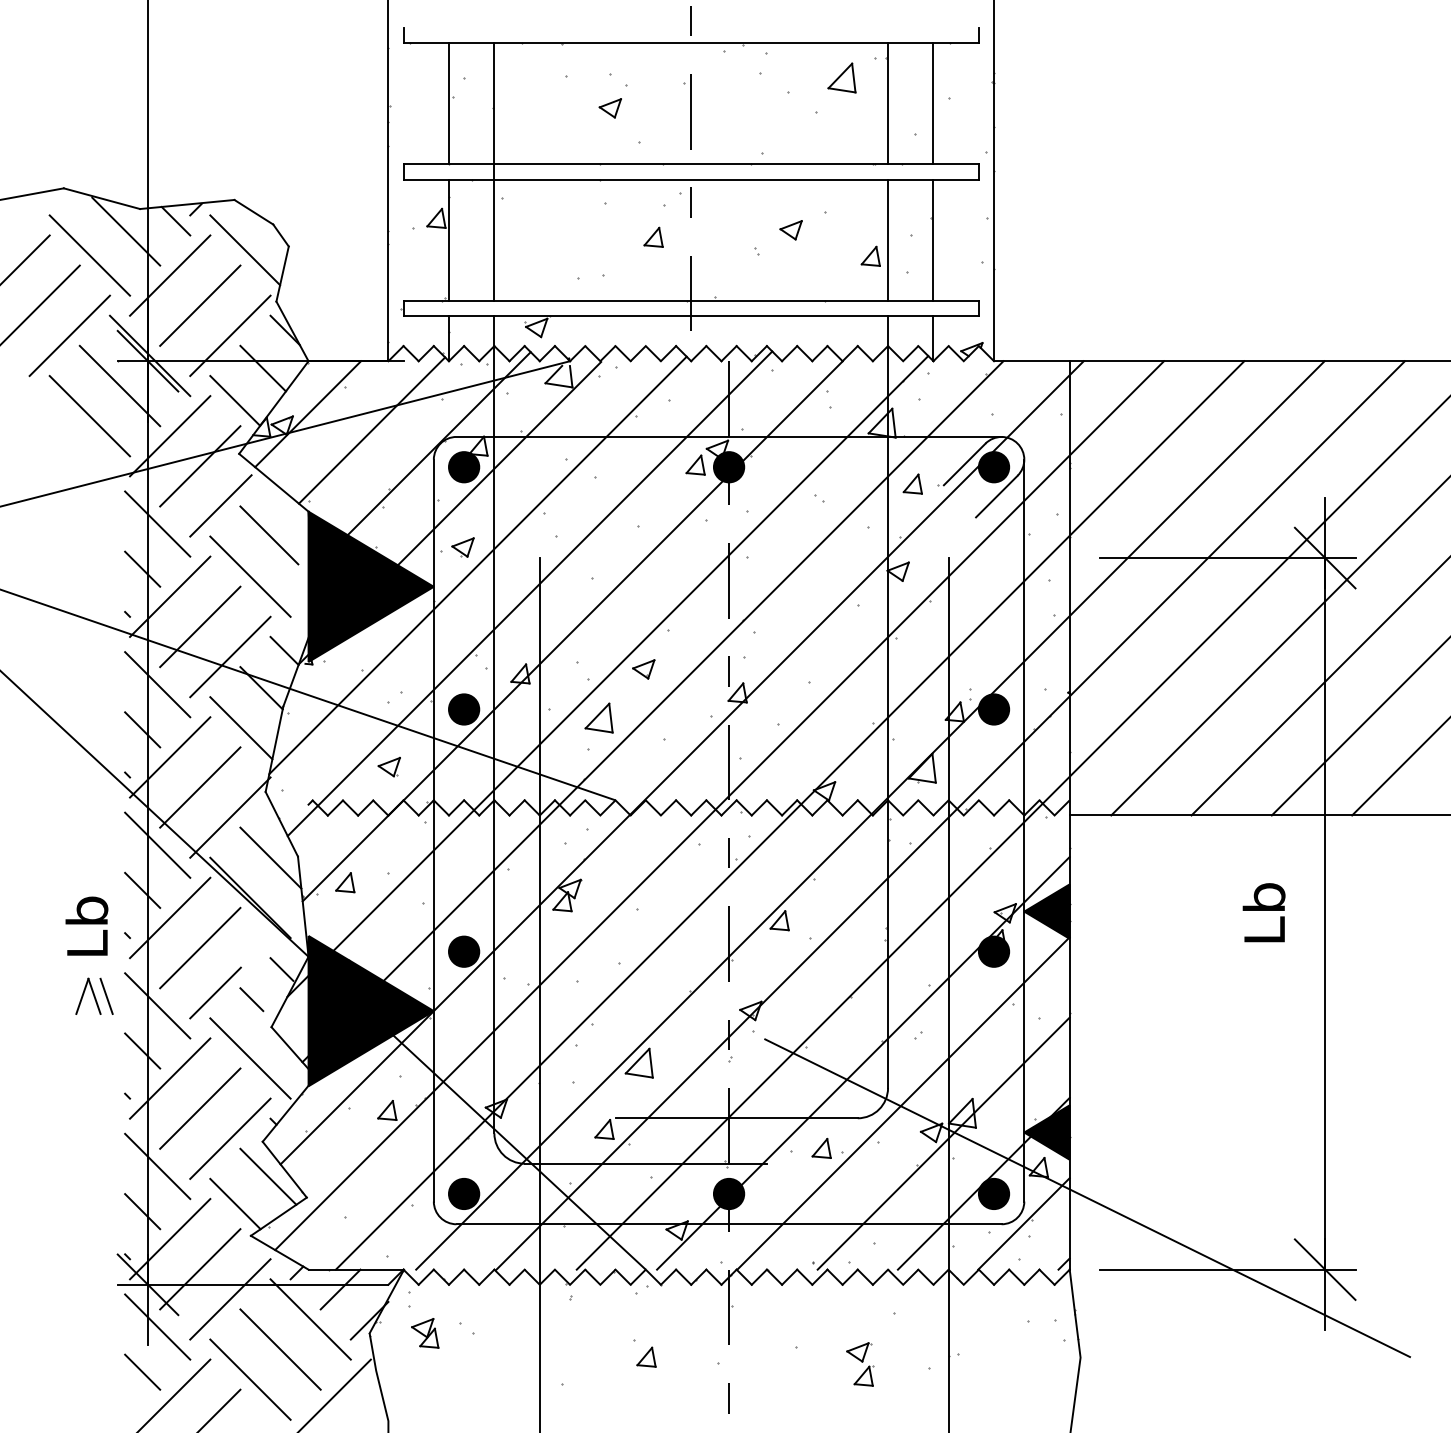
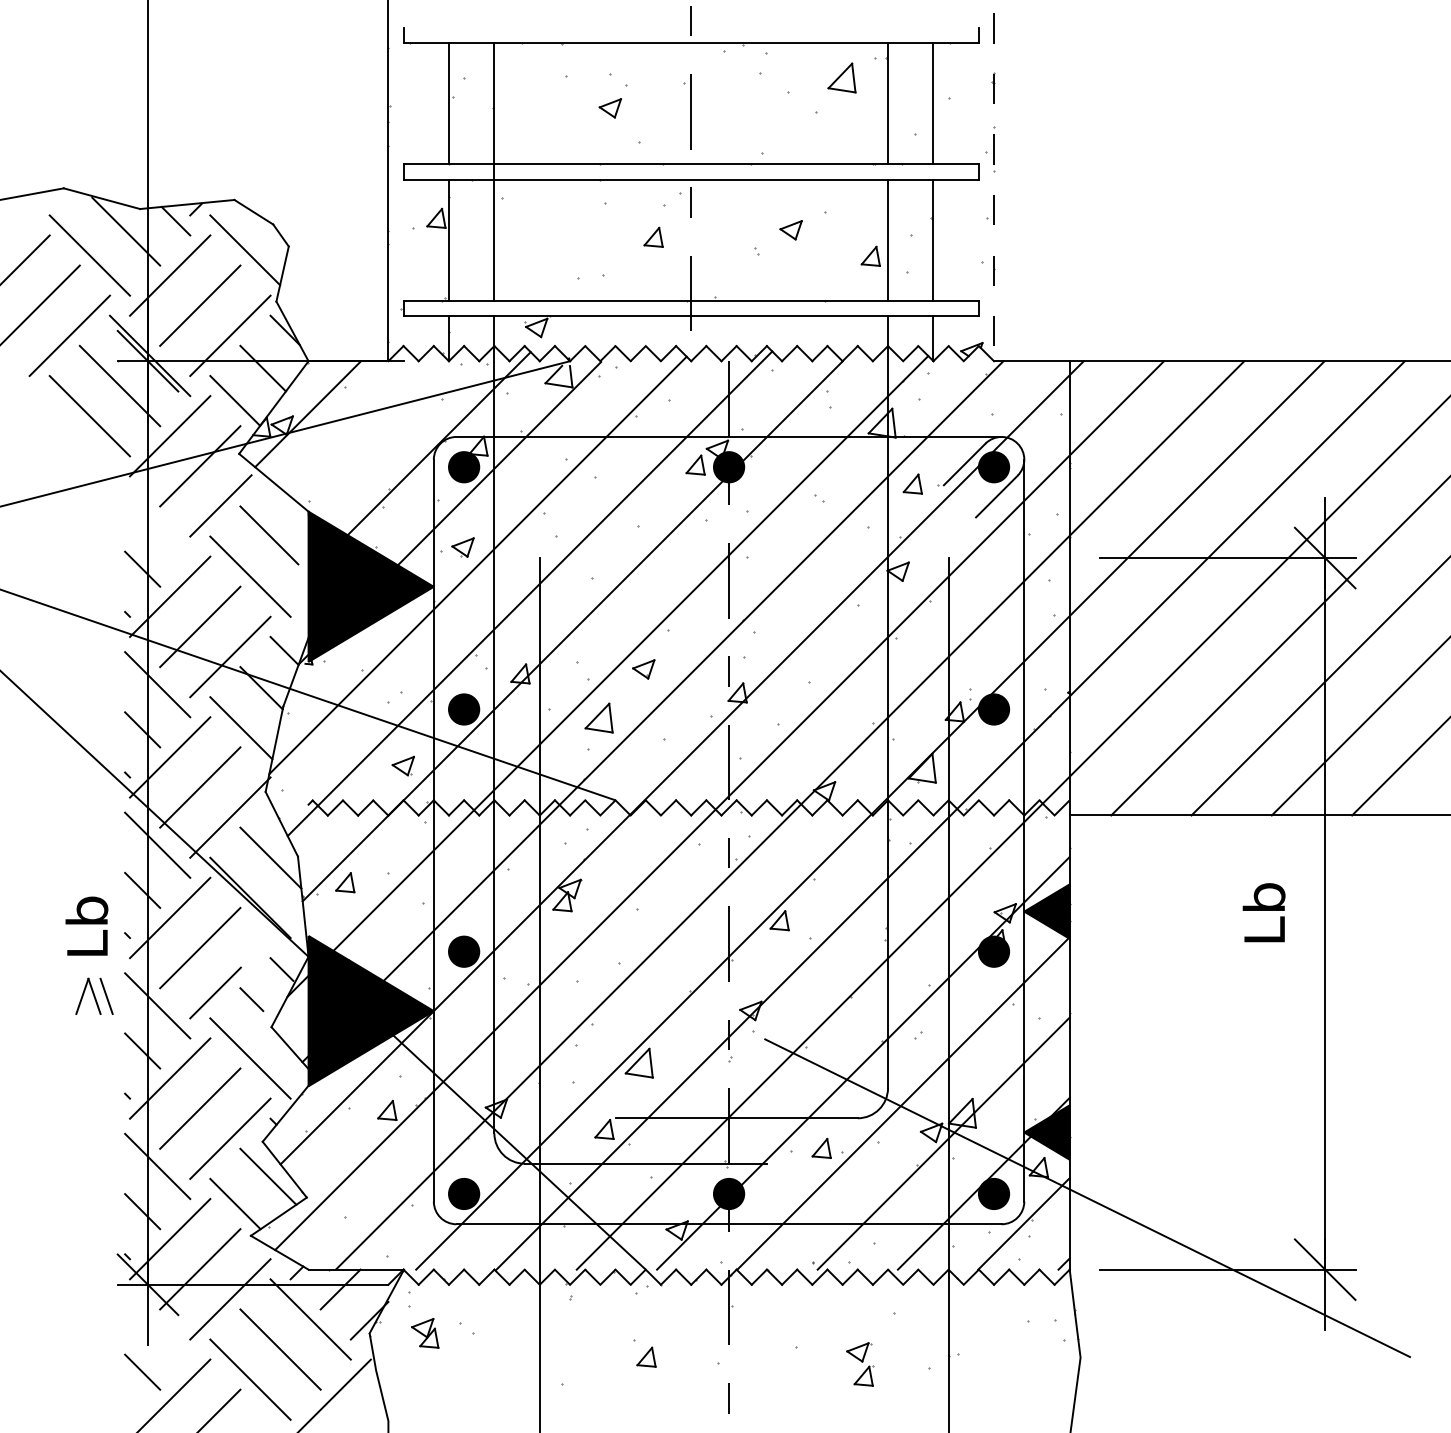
line at (994, 181): solid -> dashed
line at (371, 430): present -> none
line at (157, 523): present -> none
part at (388, 766) position: (388, 766) -> (402, 765)
line at (157, 1326): present -> none
